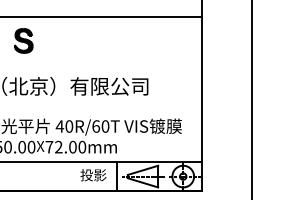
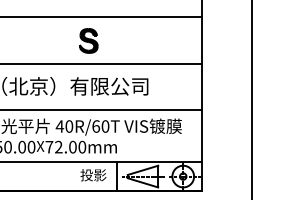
part at (23, 40) position: (23, 40) -> (88, 40)
line at (102, 63): none -> present
line at (102, 110): none -> present
